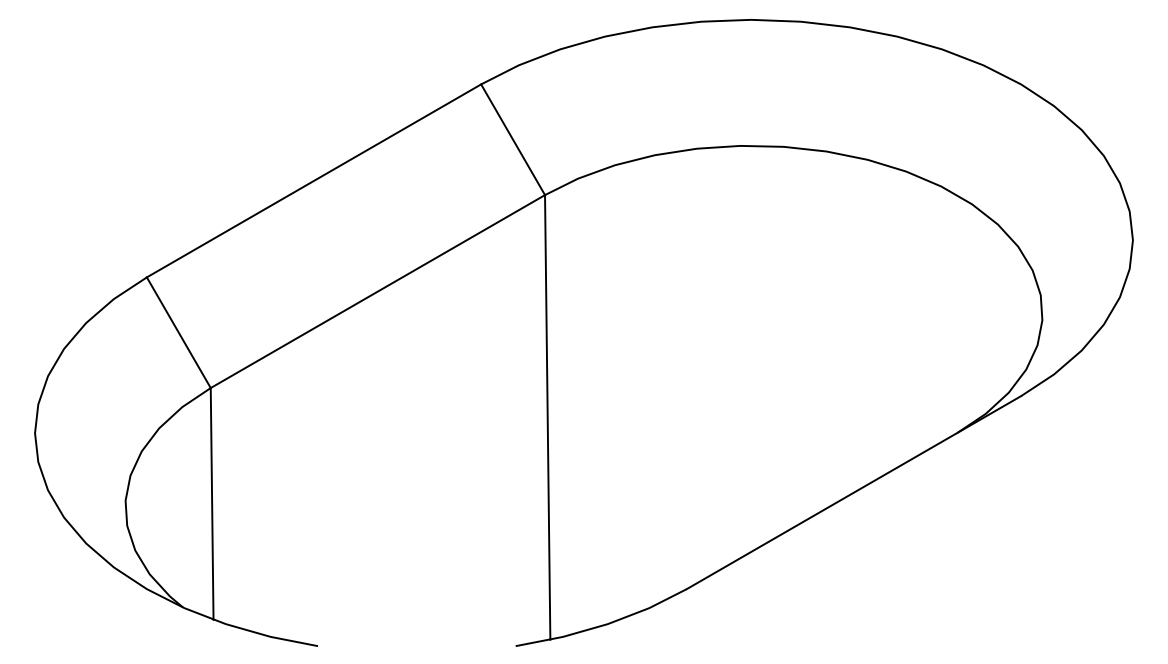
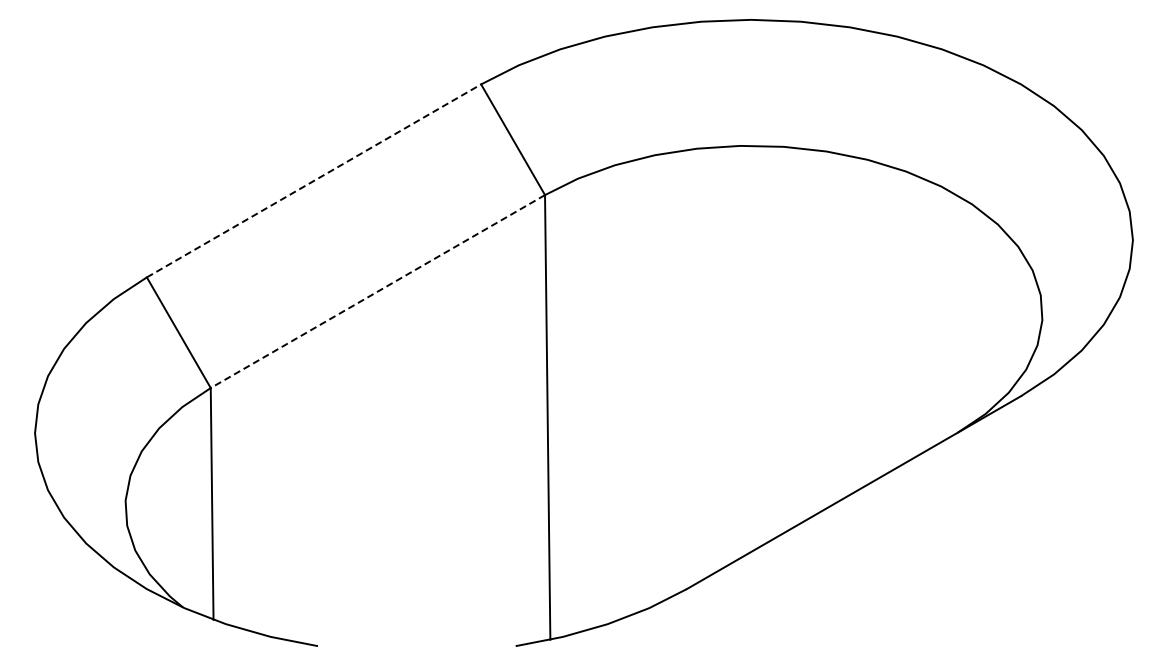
line at (314, 180): solid -> dashed
line at (377, 291): solid -> dashed
